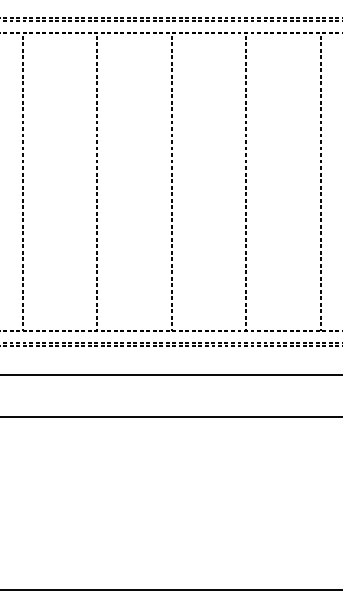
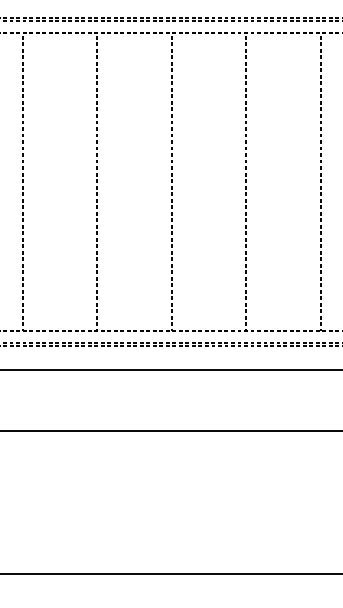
line at (170, 375) position: (170, 375) -> (170, 370)
line at (170, 417) position: (170, 417) -> (170, 431)
line at (170, 589) position: (170, 589) -> (170, 573)
